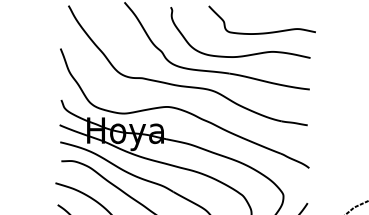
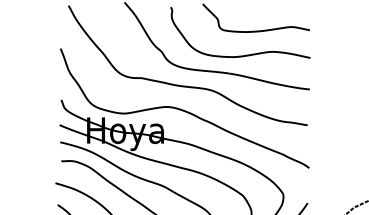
curve at (261, 32) position: (261, 32) -> (255, 30)
